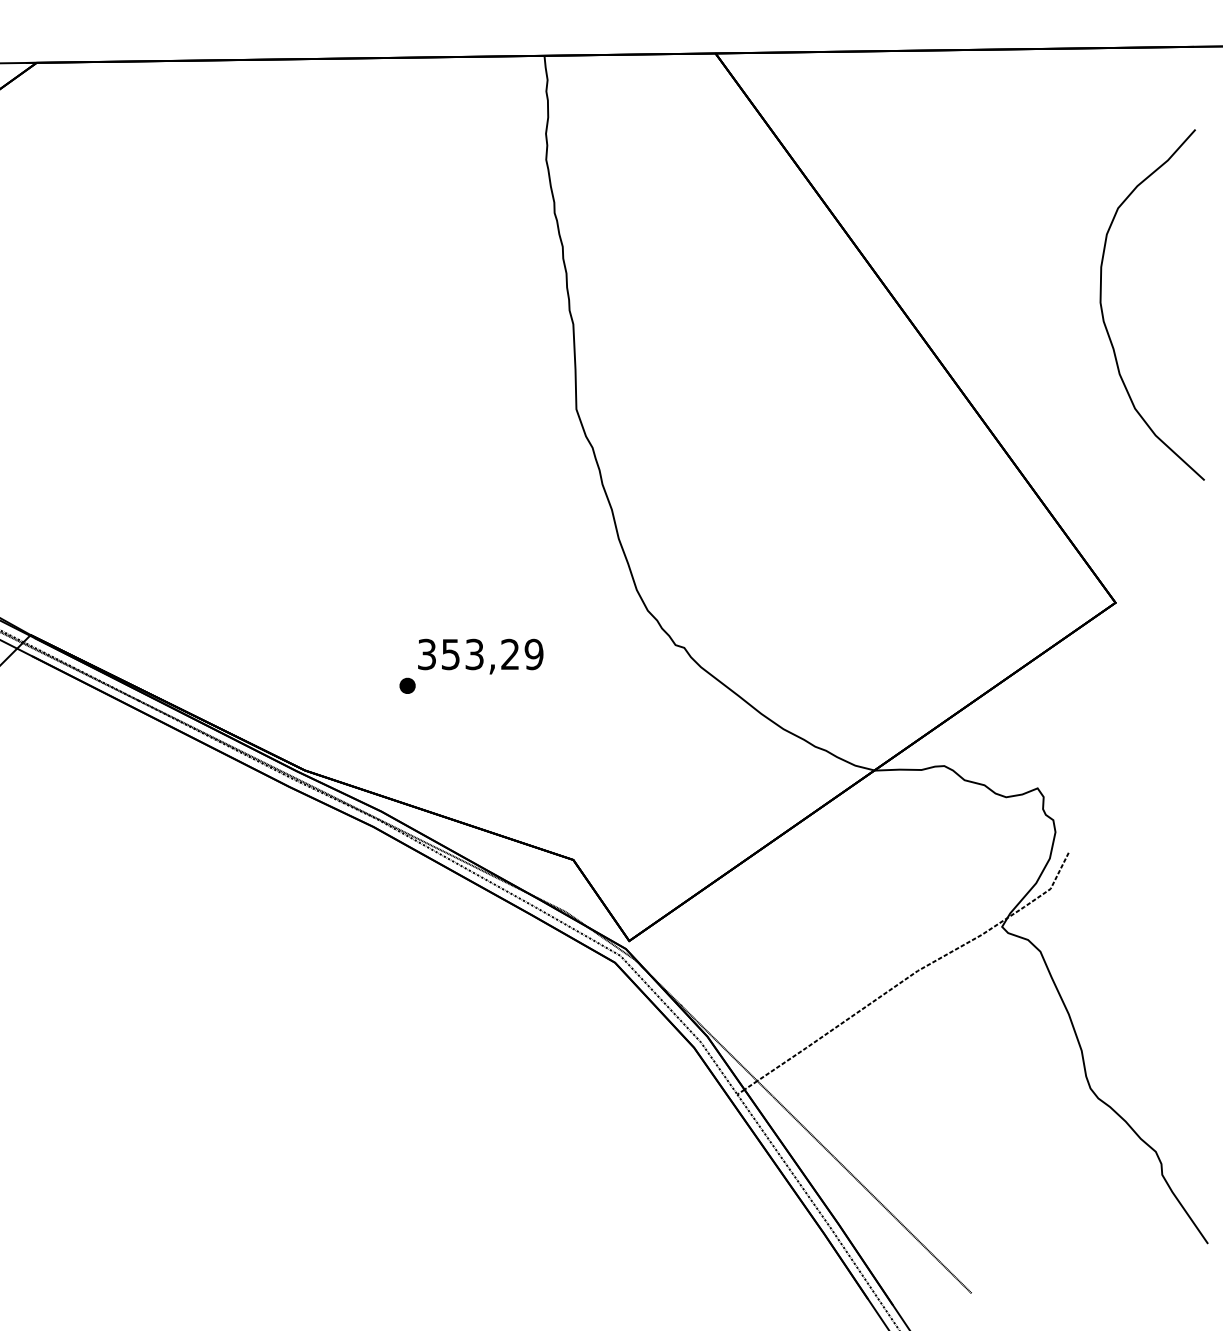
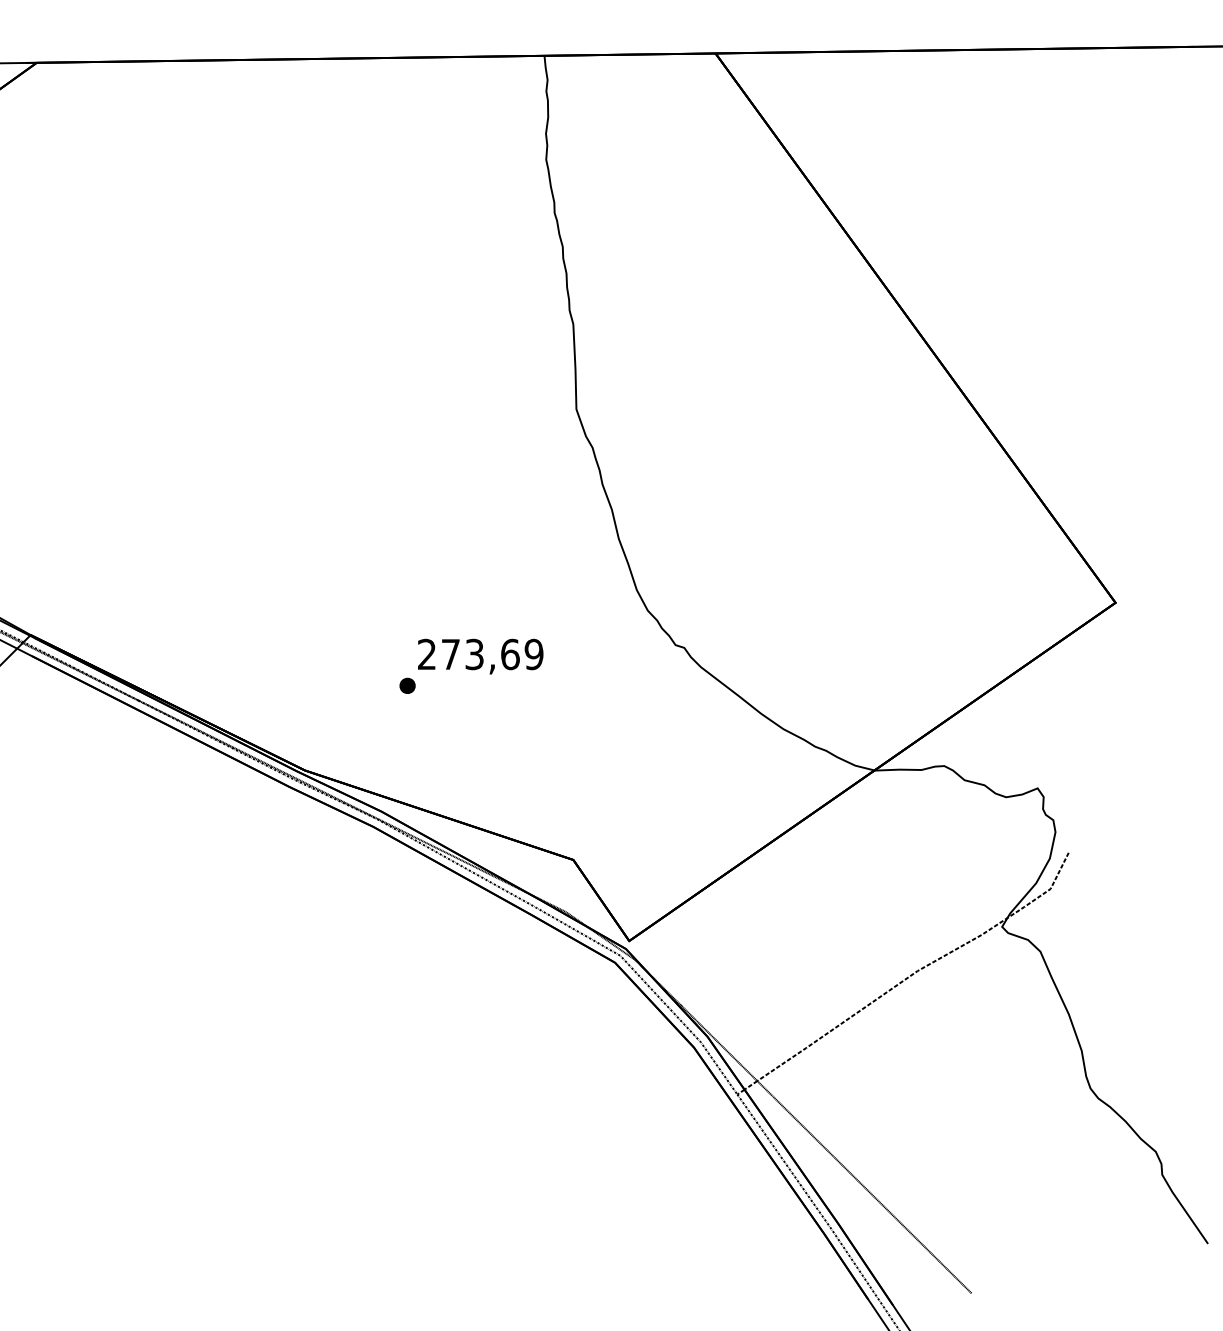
curve at (1103, 312): present -> none
text at (468, 654): 353,29 -> 273,69
